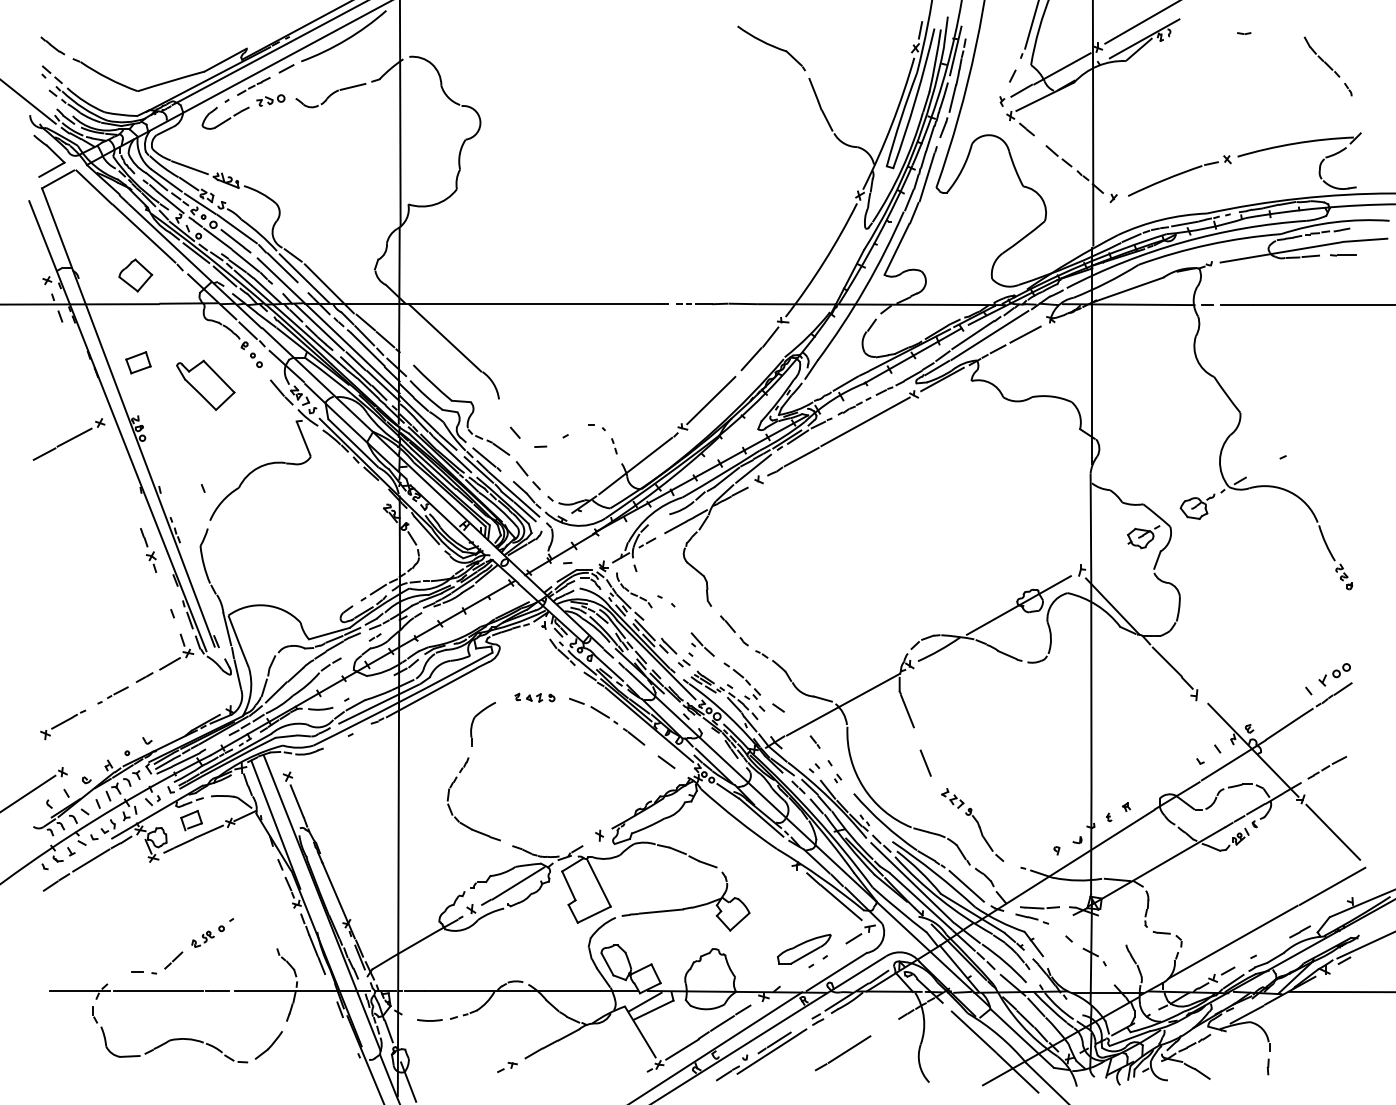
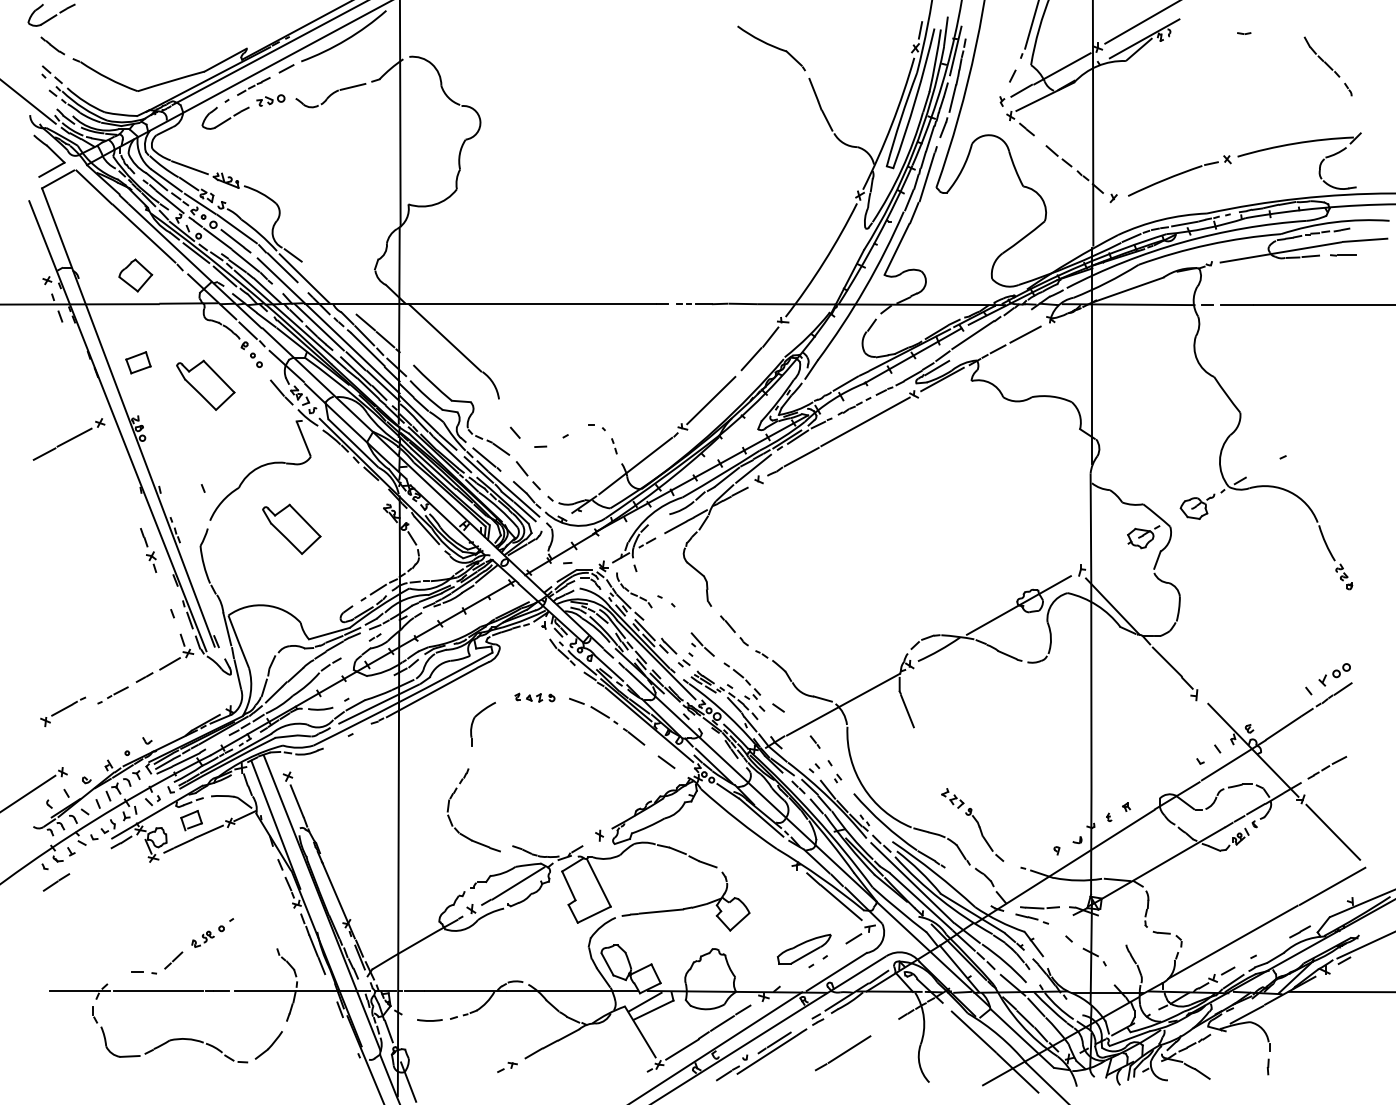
part at (51, 14): none -> present
line at (328, 288): present -> none
line at (989, 335): present -> none
part at (291, 528): none -> present
part at (63, 724) position: (63, 724) -> (63, 711)
line at (925, 762): present -> none
part at (449, 797) position: (449, 797) -> (449, 808)
line at (91, 860): present -> none
line at (966, 886): present -> none
